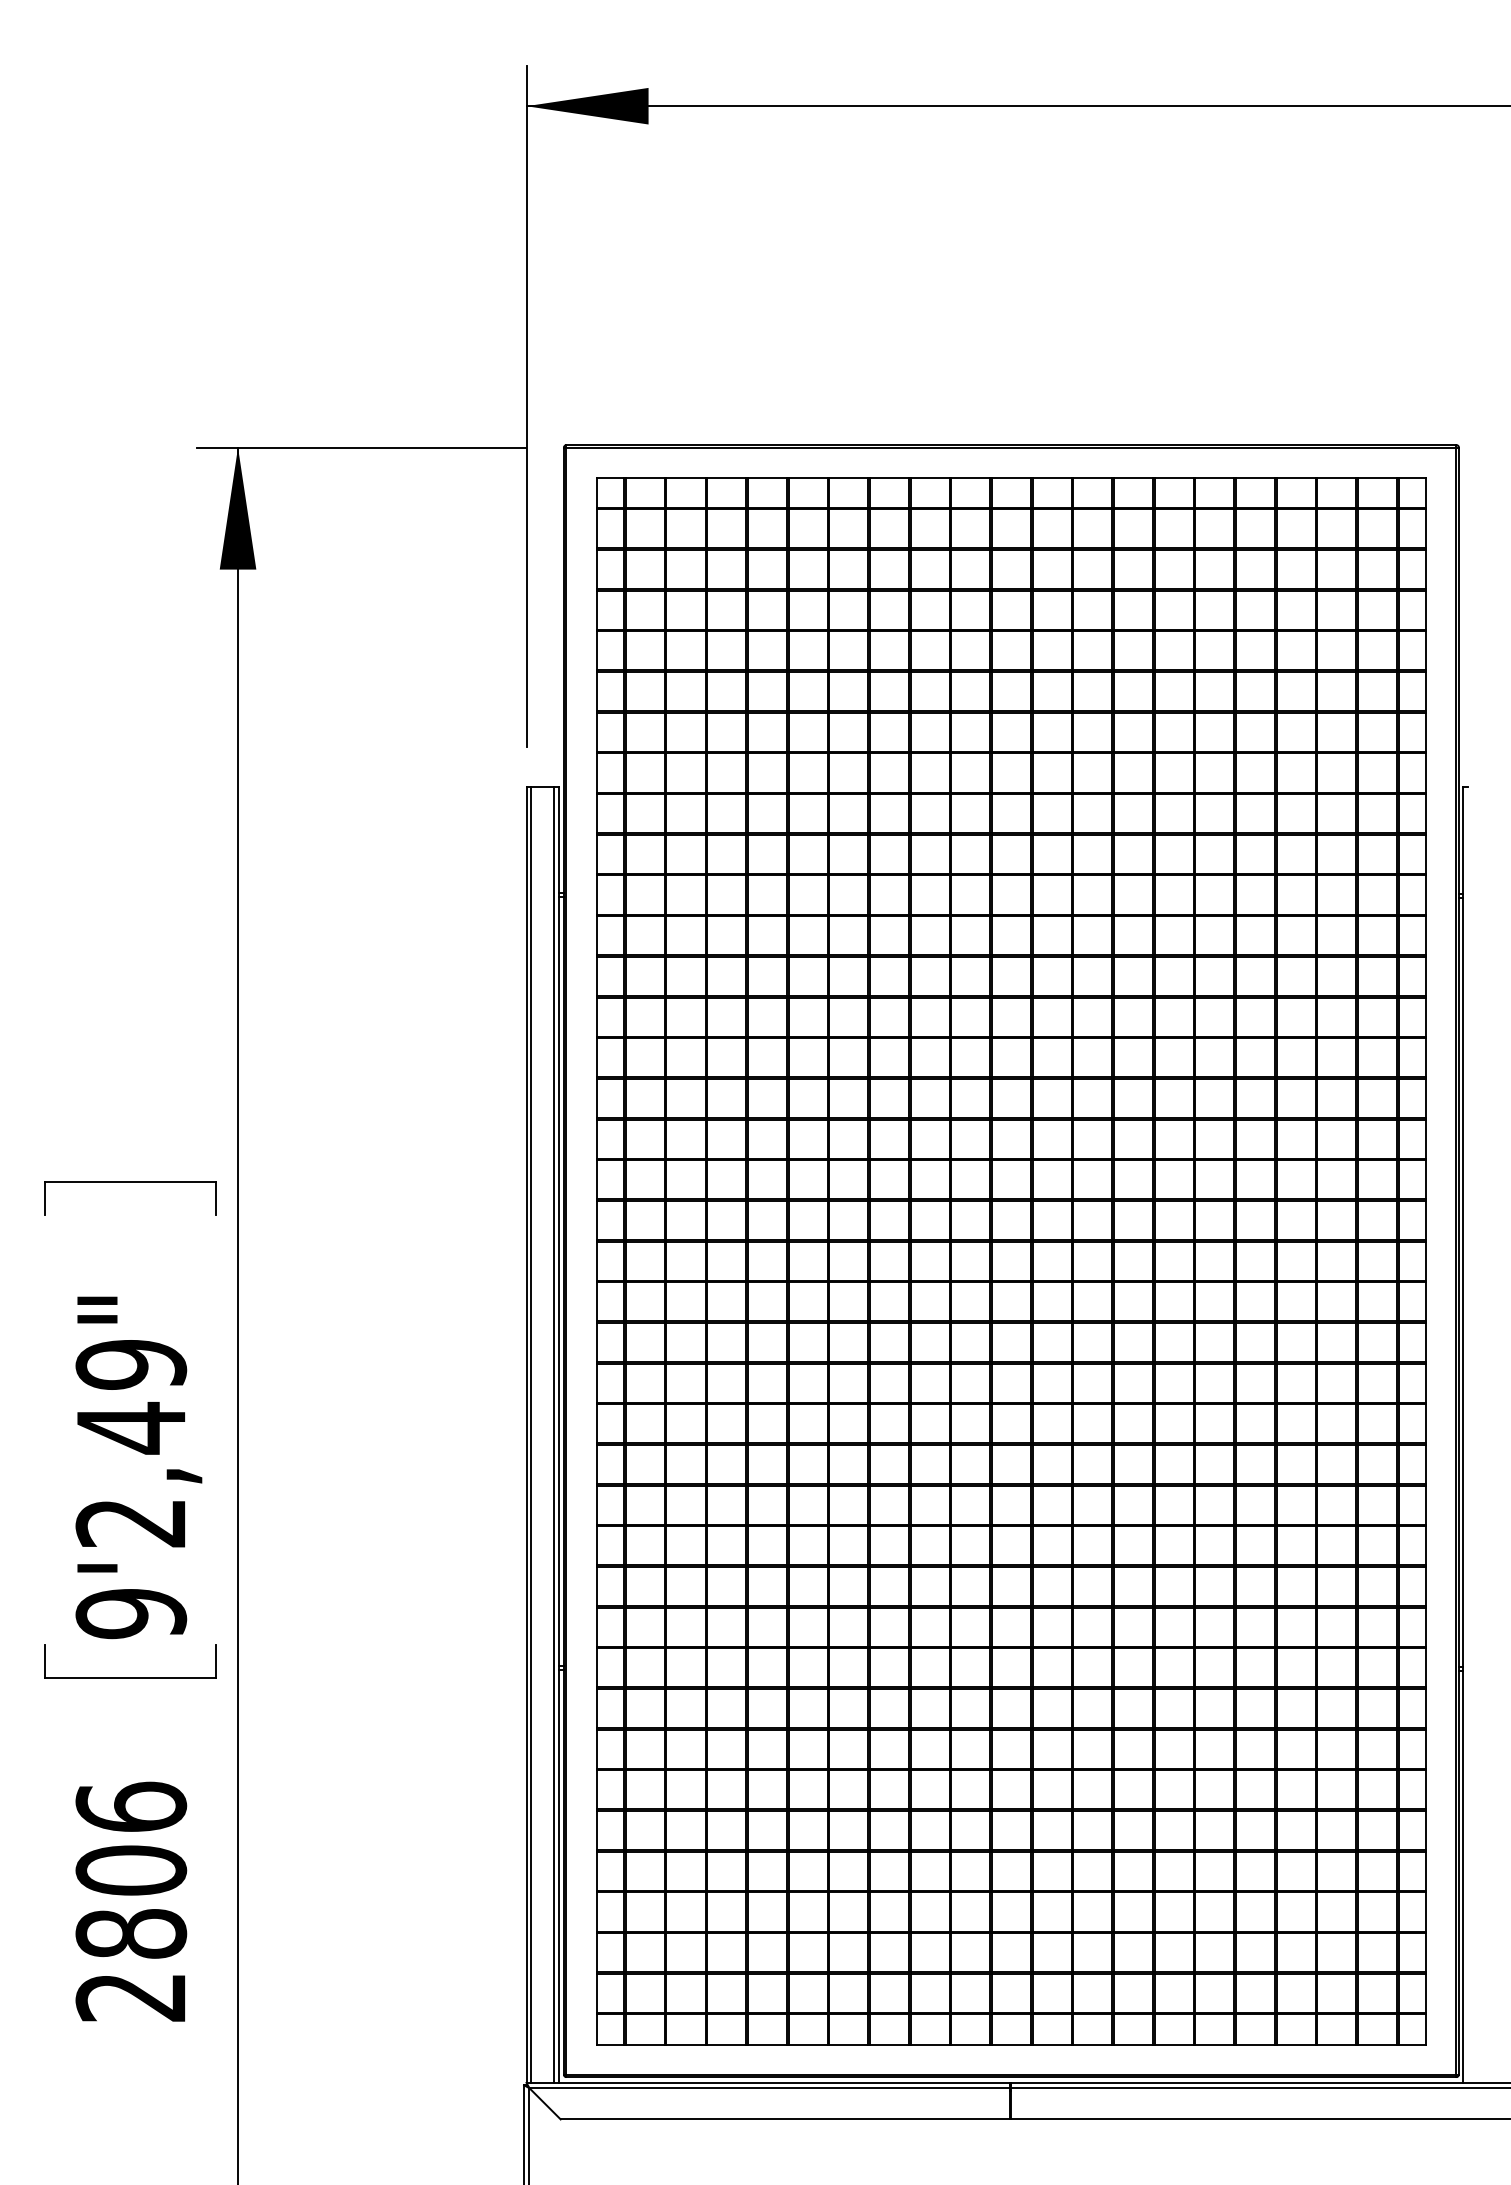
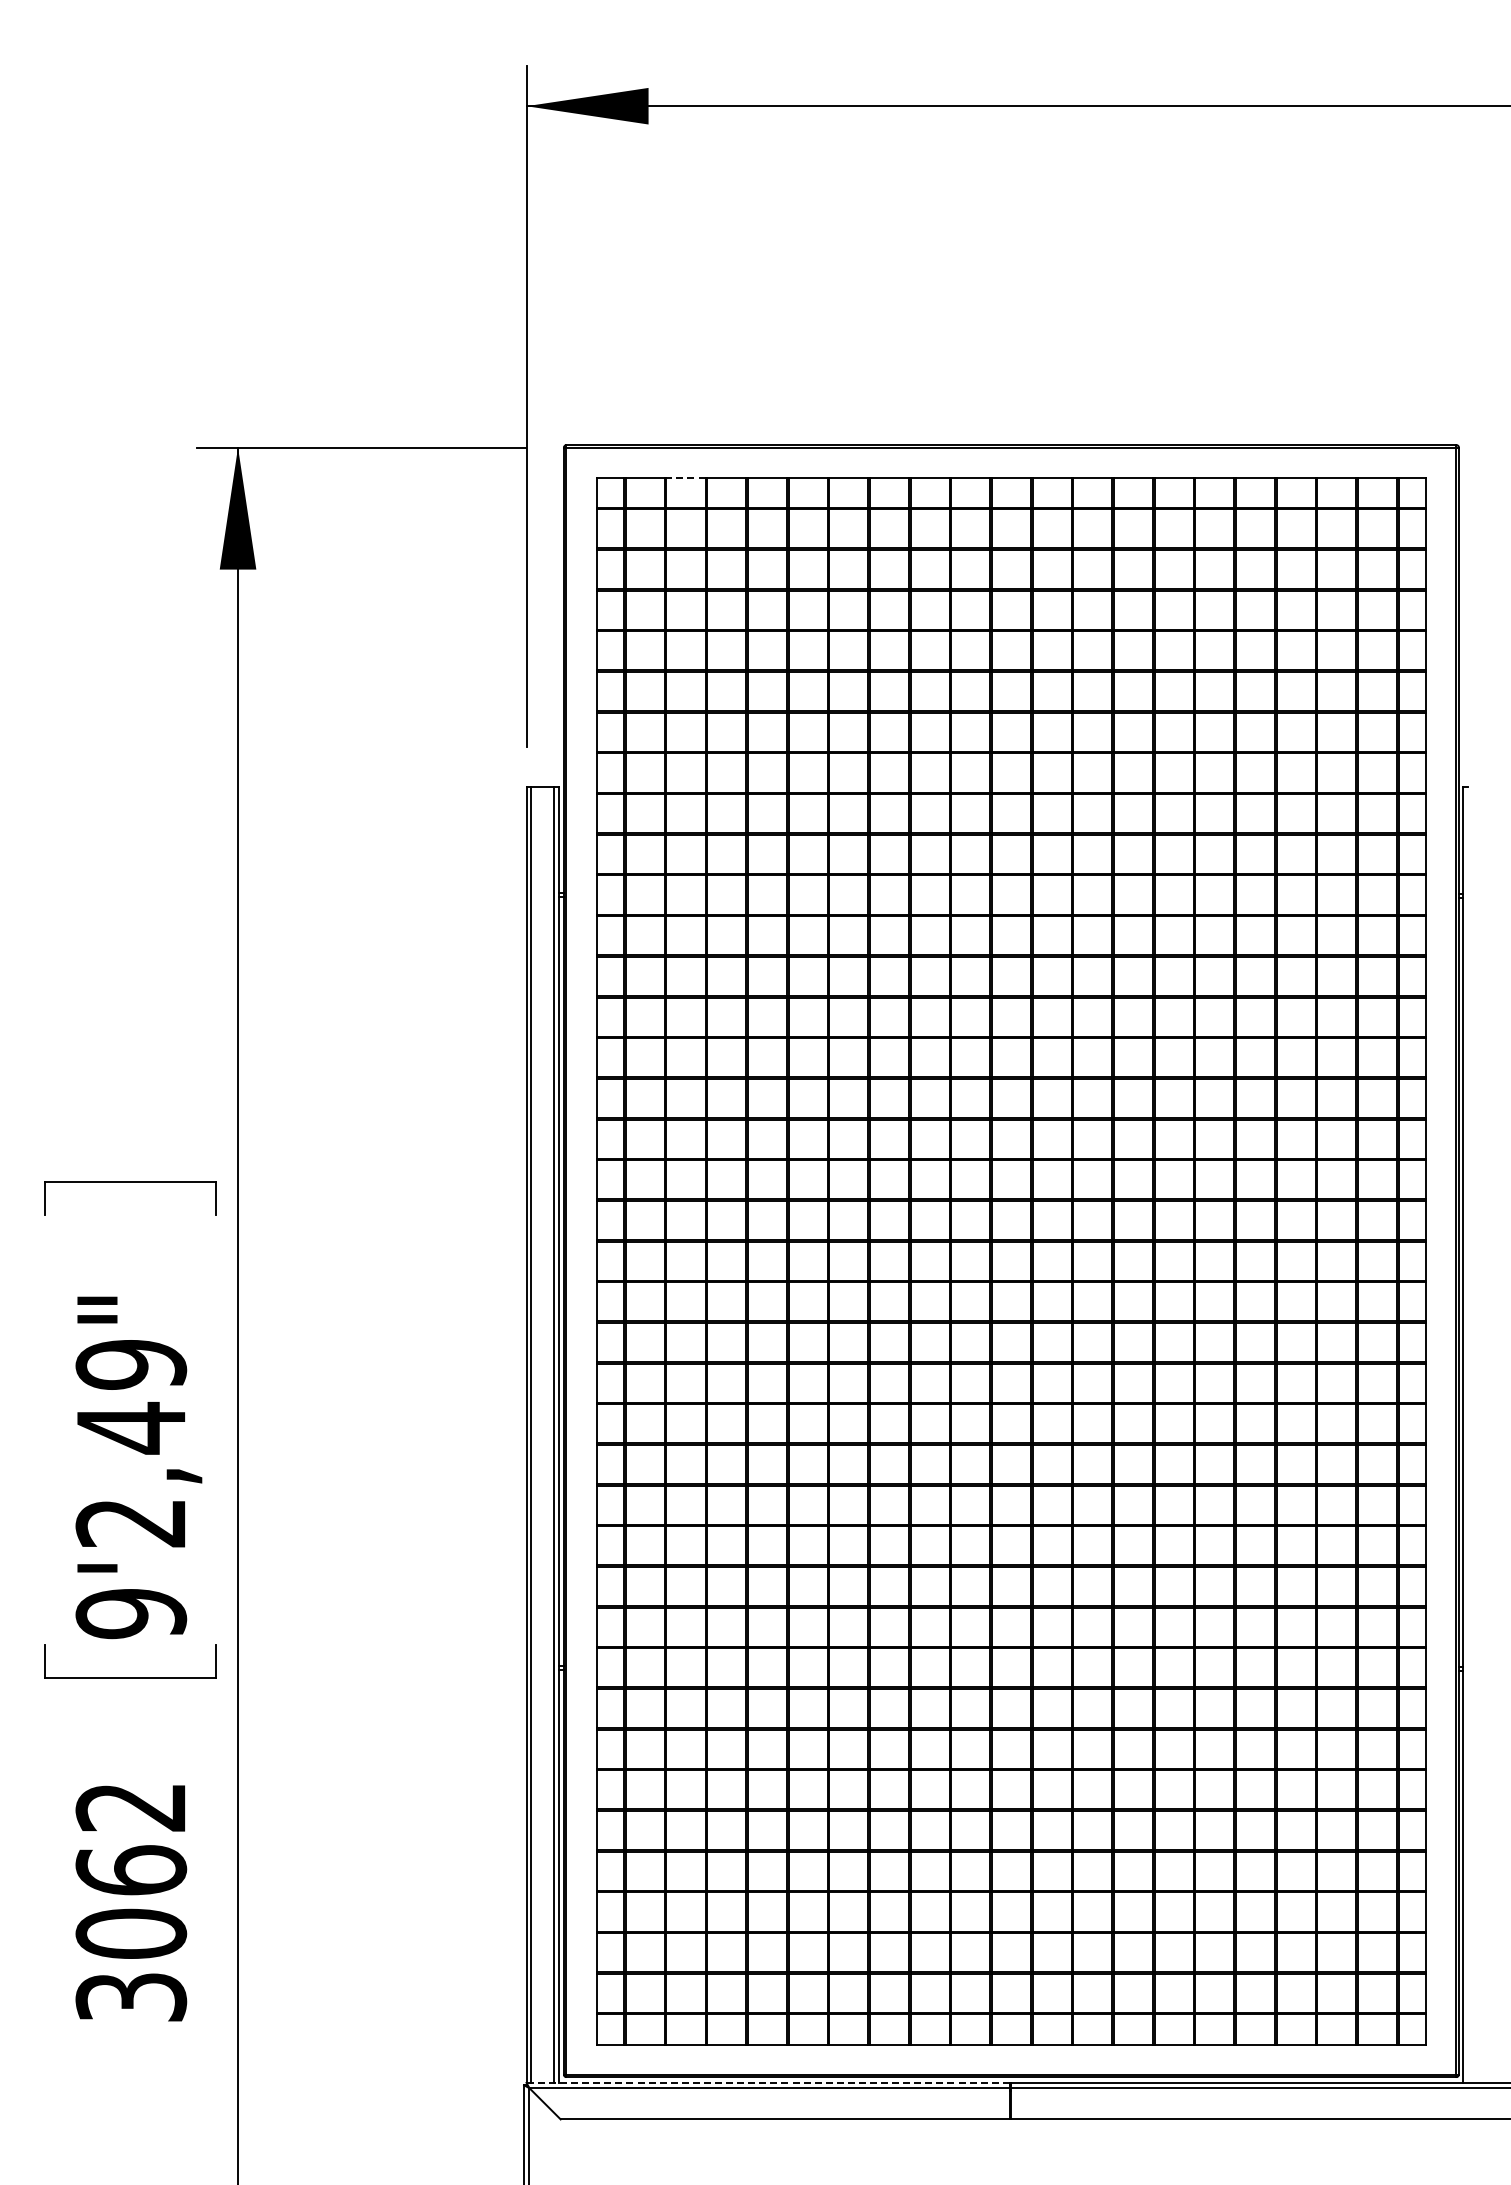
line at (685, 477): solid -> dashed
text at (131, 1901): 2806 -> 3062
line at (768, 2082): solid -> dashed
